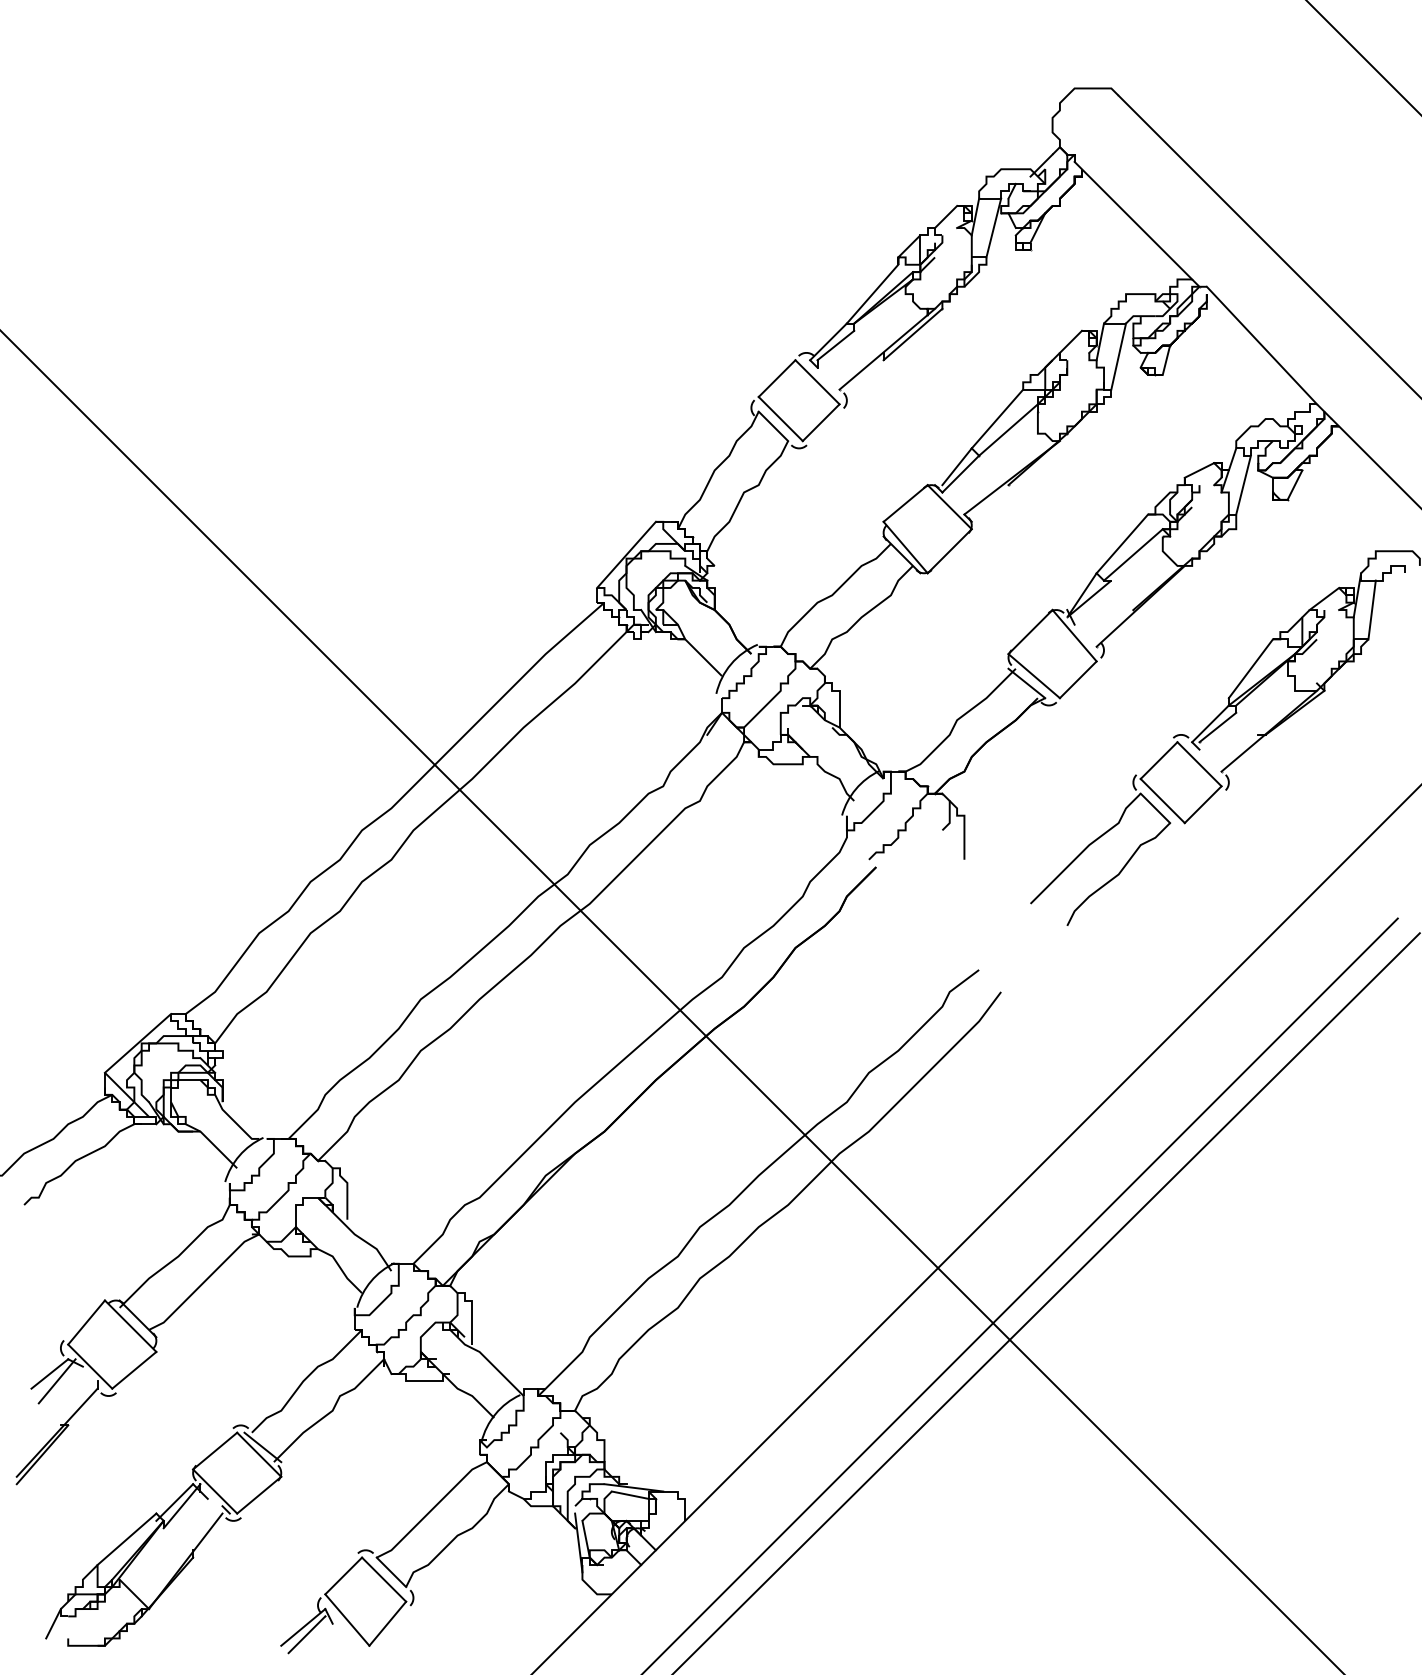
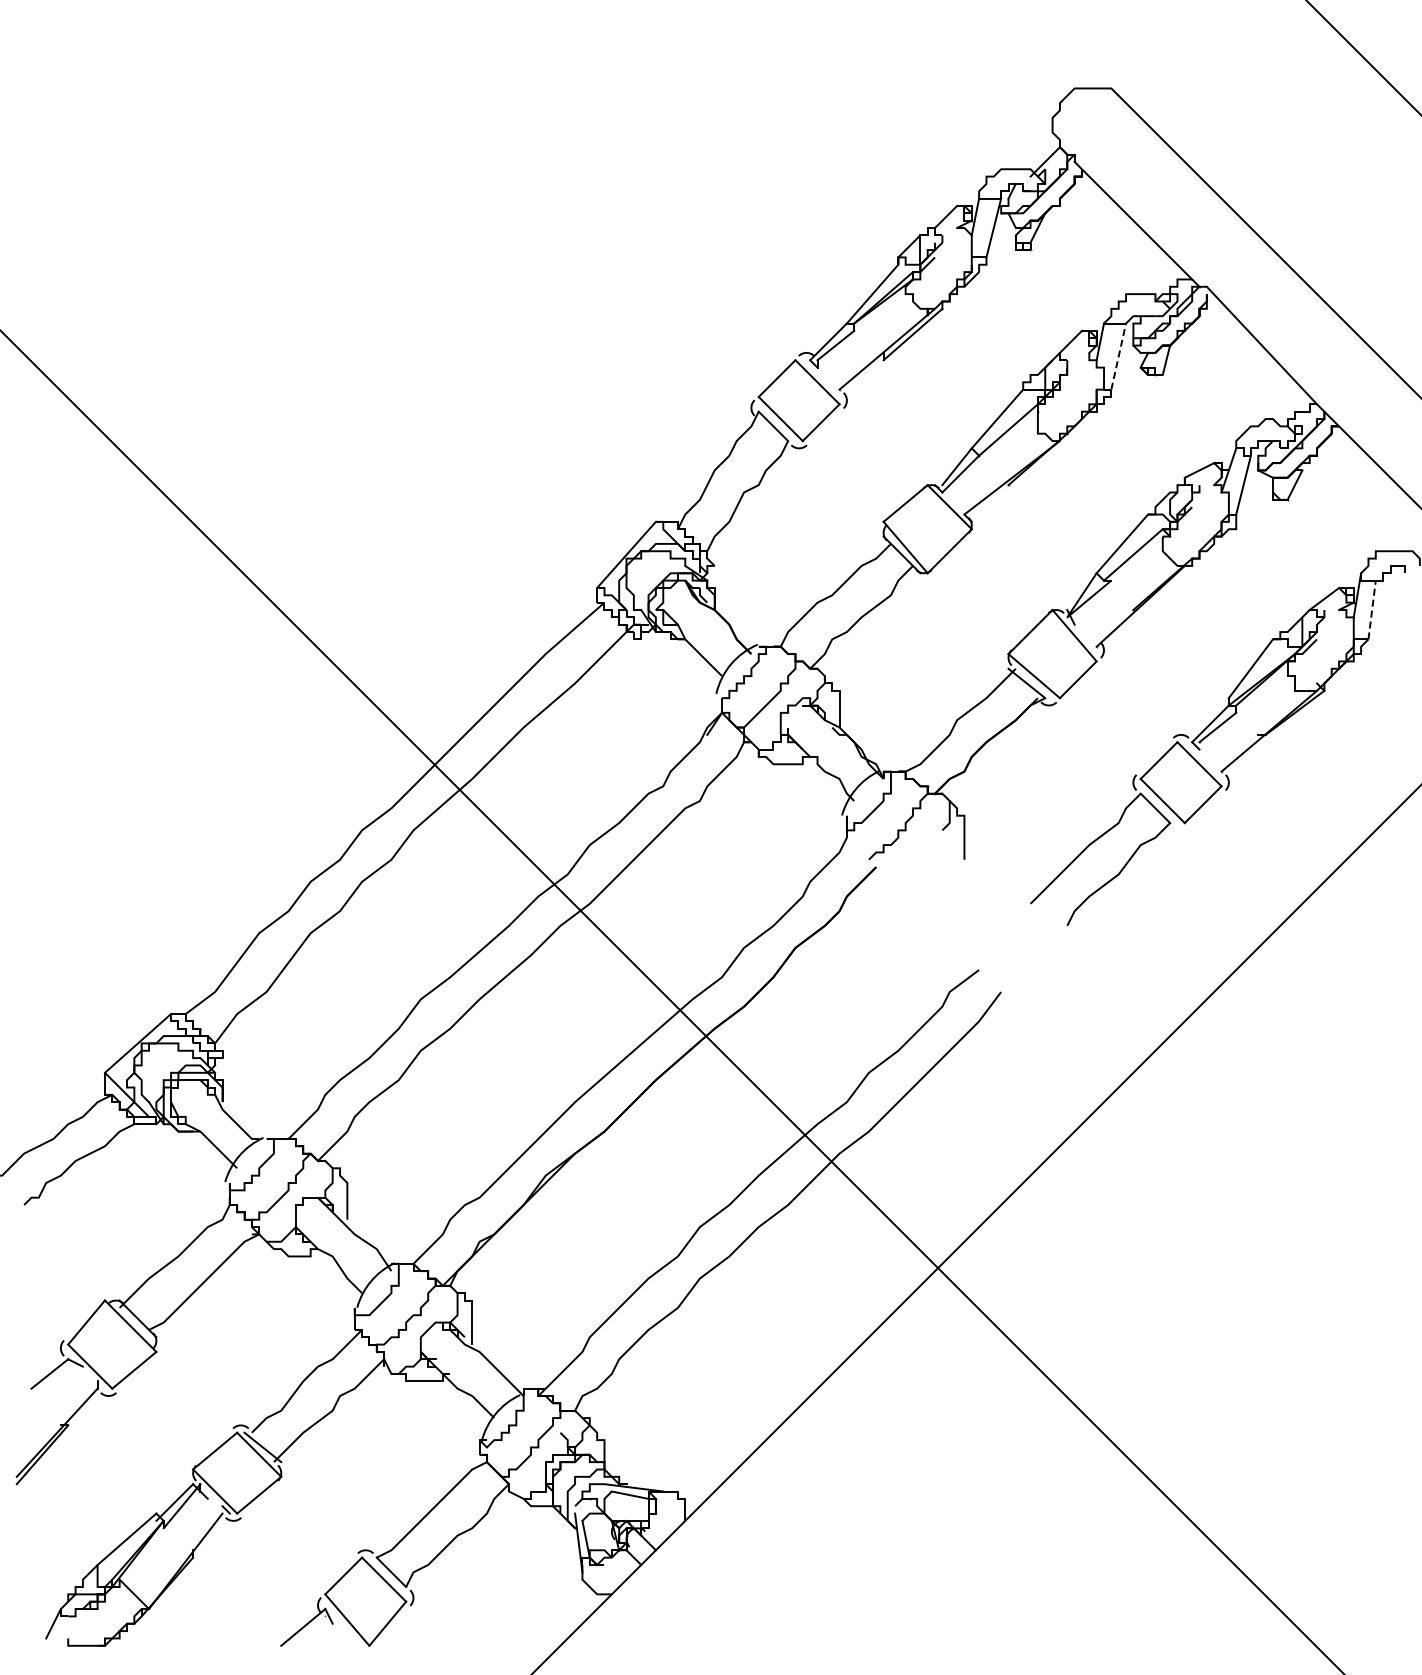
line at (1118, 356): solid -> dashed
line at (1372, 610): solid -> dashed
line at (1020, 1294): present -> none
line at (1046, 1302): present -> none
line at (56, 1381): present -> none
line at (306, 1634): present -> none
